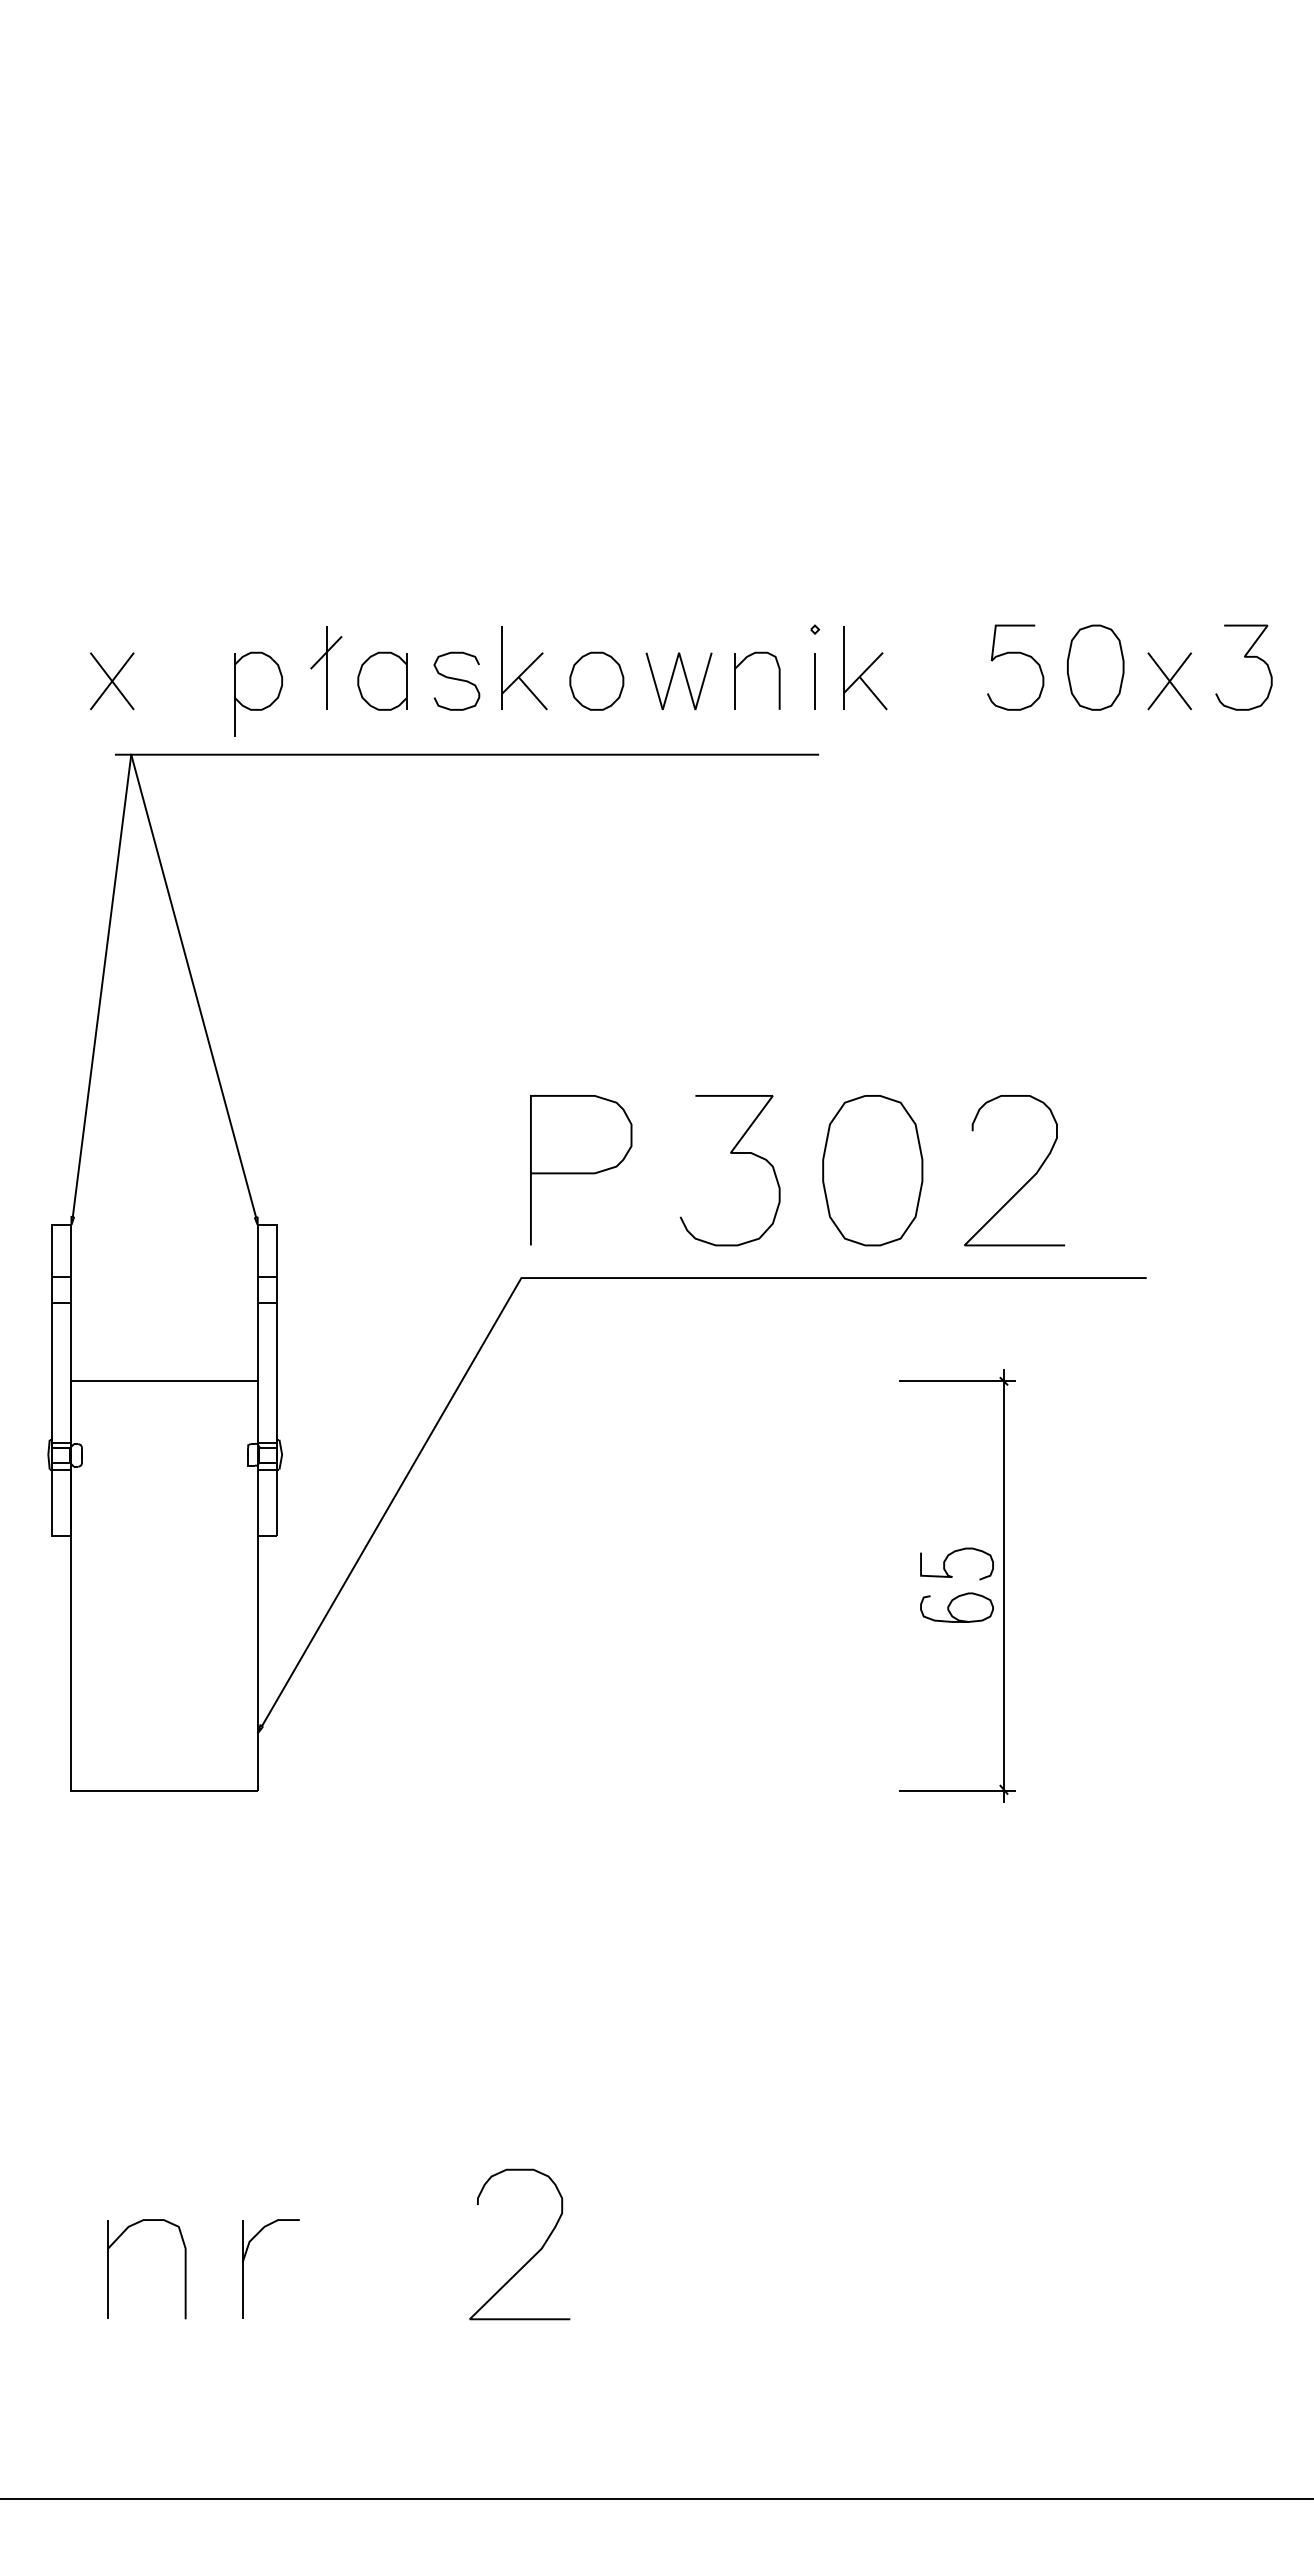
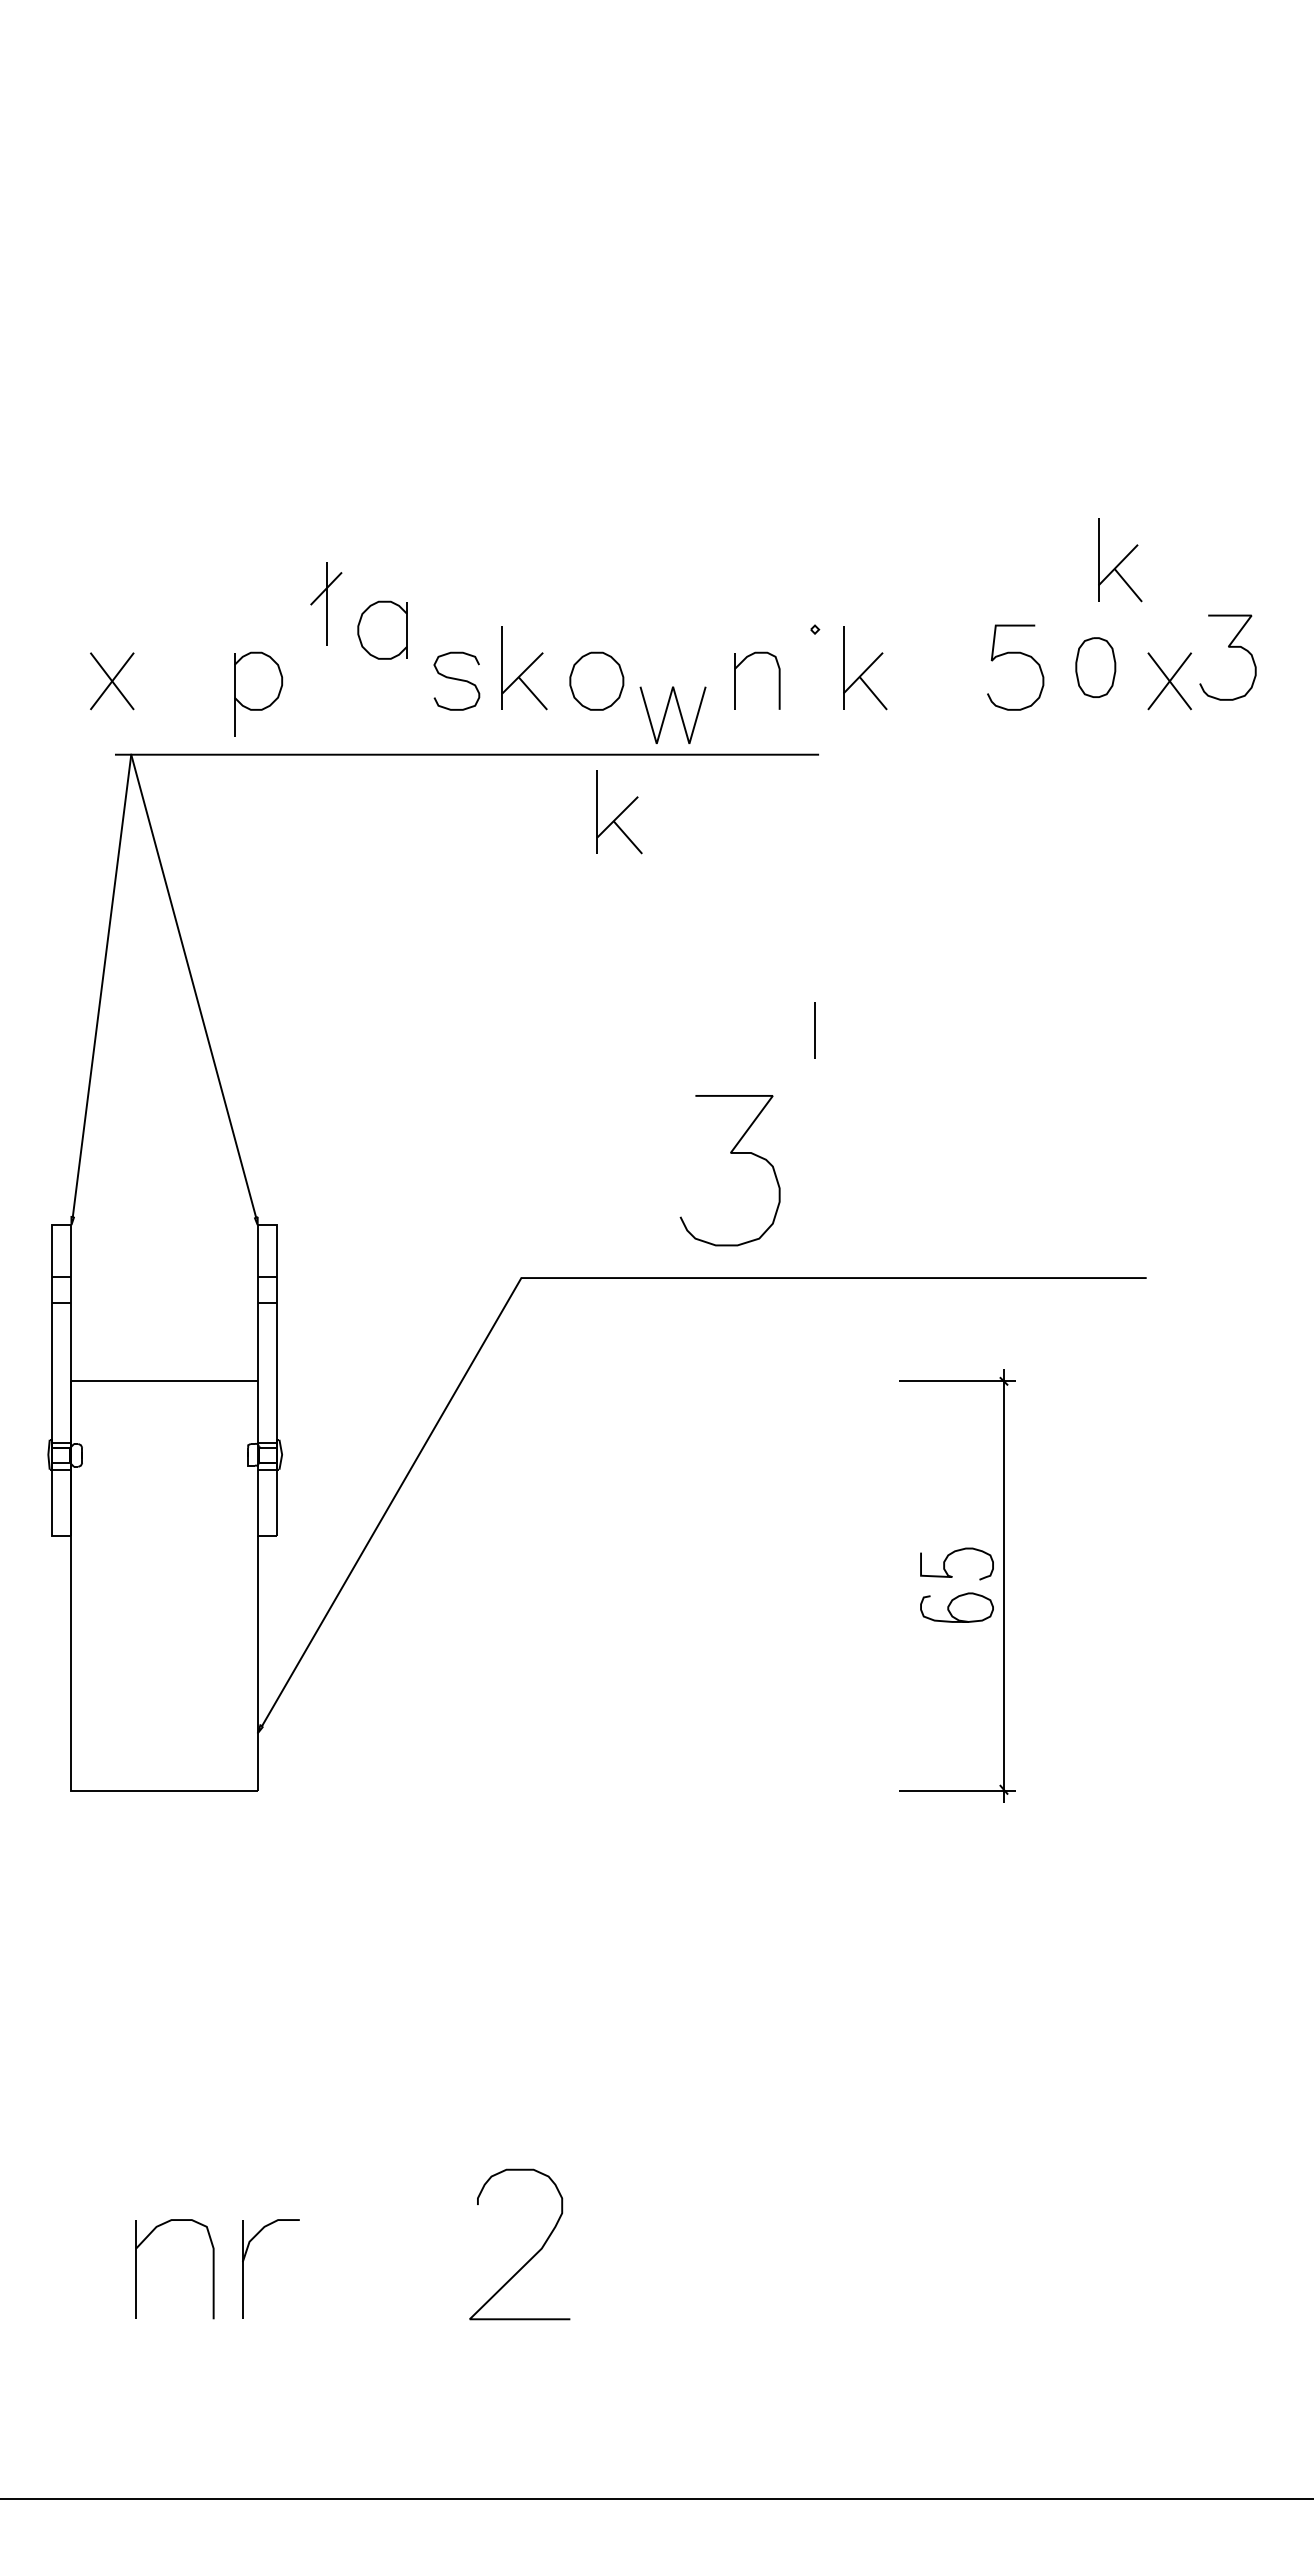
part at (1120, 560): none -> present
curve at (1244, 657) position: (1244, 657) -> (1228, 647)
part at (326, 667) position: (326, 667) -> (326, 603)
part at (1095, 667) size: 58x87 px -> 42x61 px
part at (382, 680) position: (382, 680) -> (382, 629)
curve at (672, 680) position: (672, 680) -> (666, 714)
line at (814, 681) position: (814, 681) -> (814, 1030)
part at (619, 812): none -> present
part at (872, 1170): present -> none
curve at (581, 1172): present -> none
curve at (1026, 1182): present -> none
part at (108, 2269) position: (108, 2269) -> (136, 2269)
